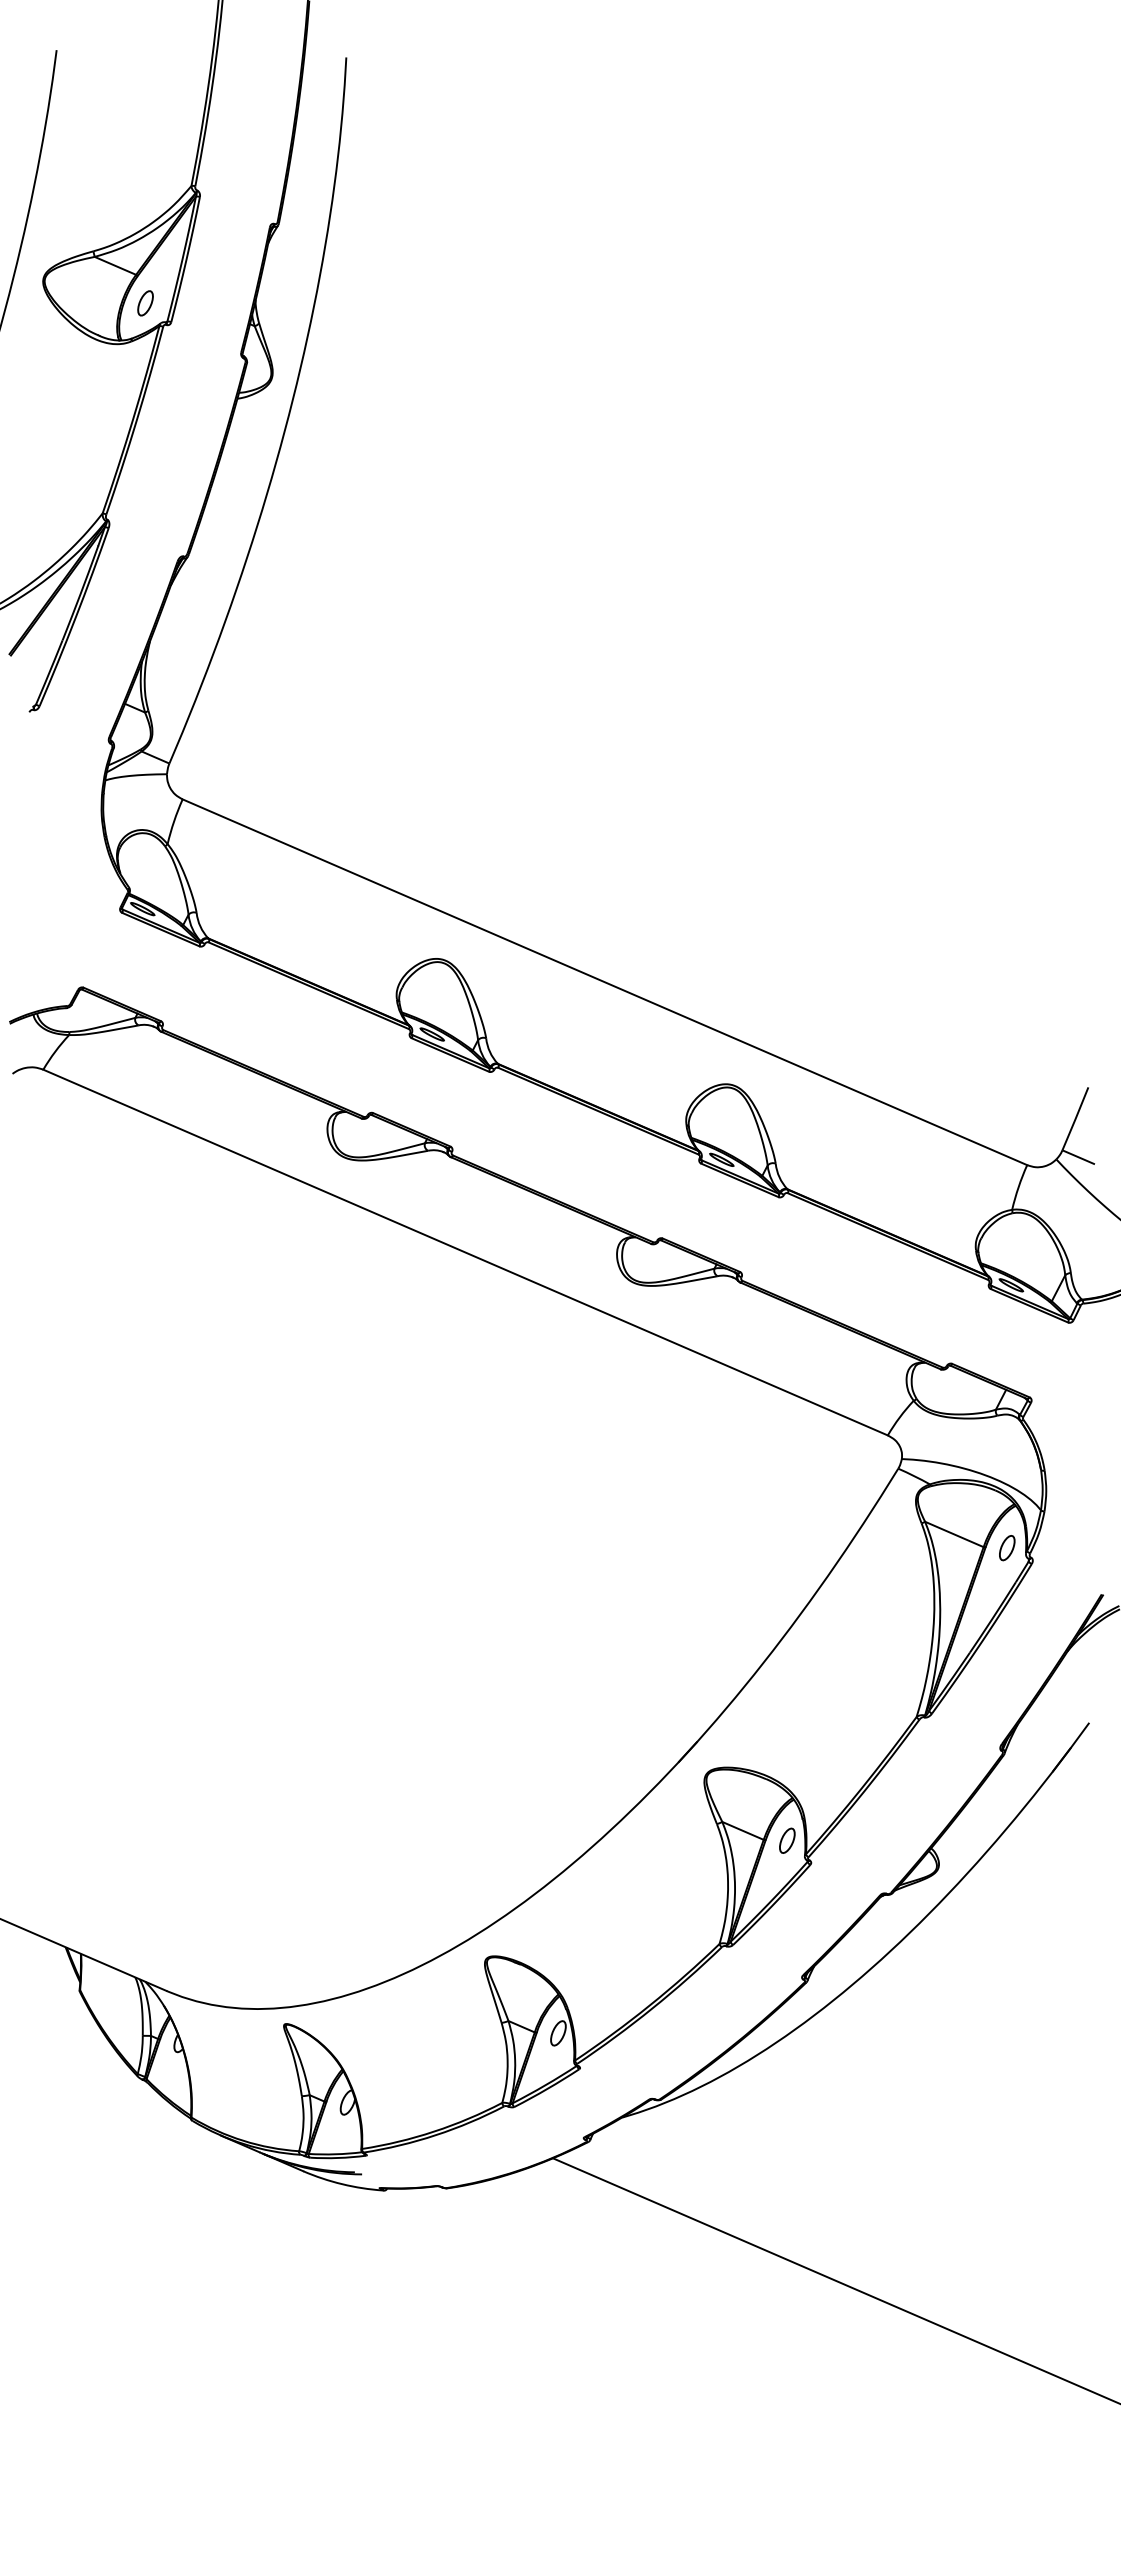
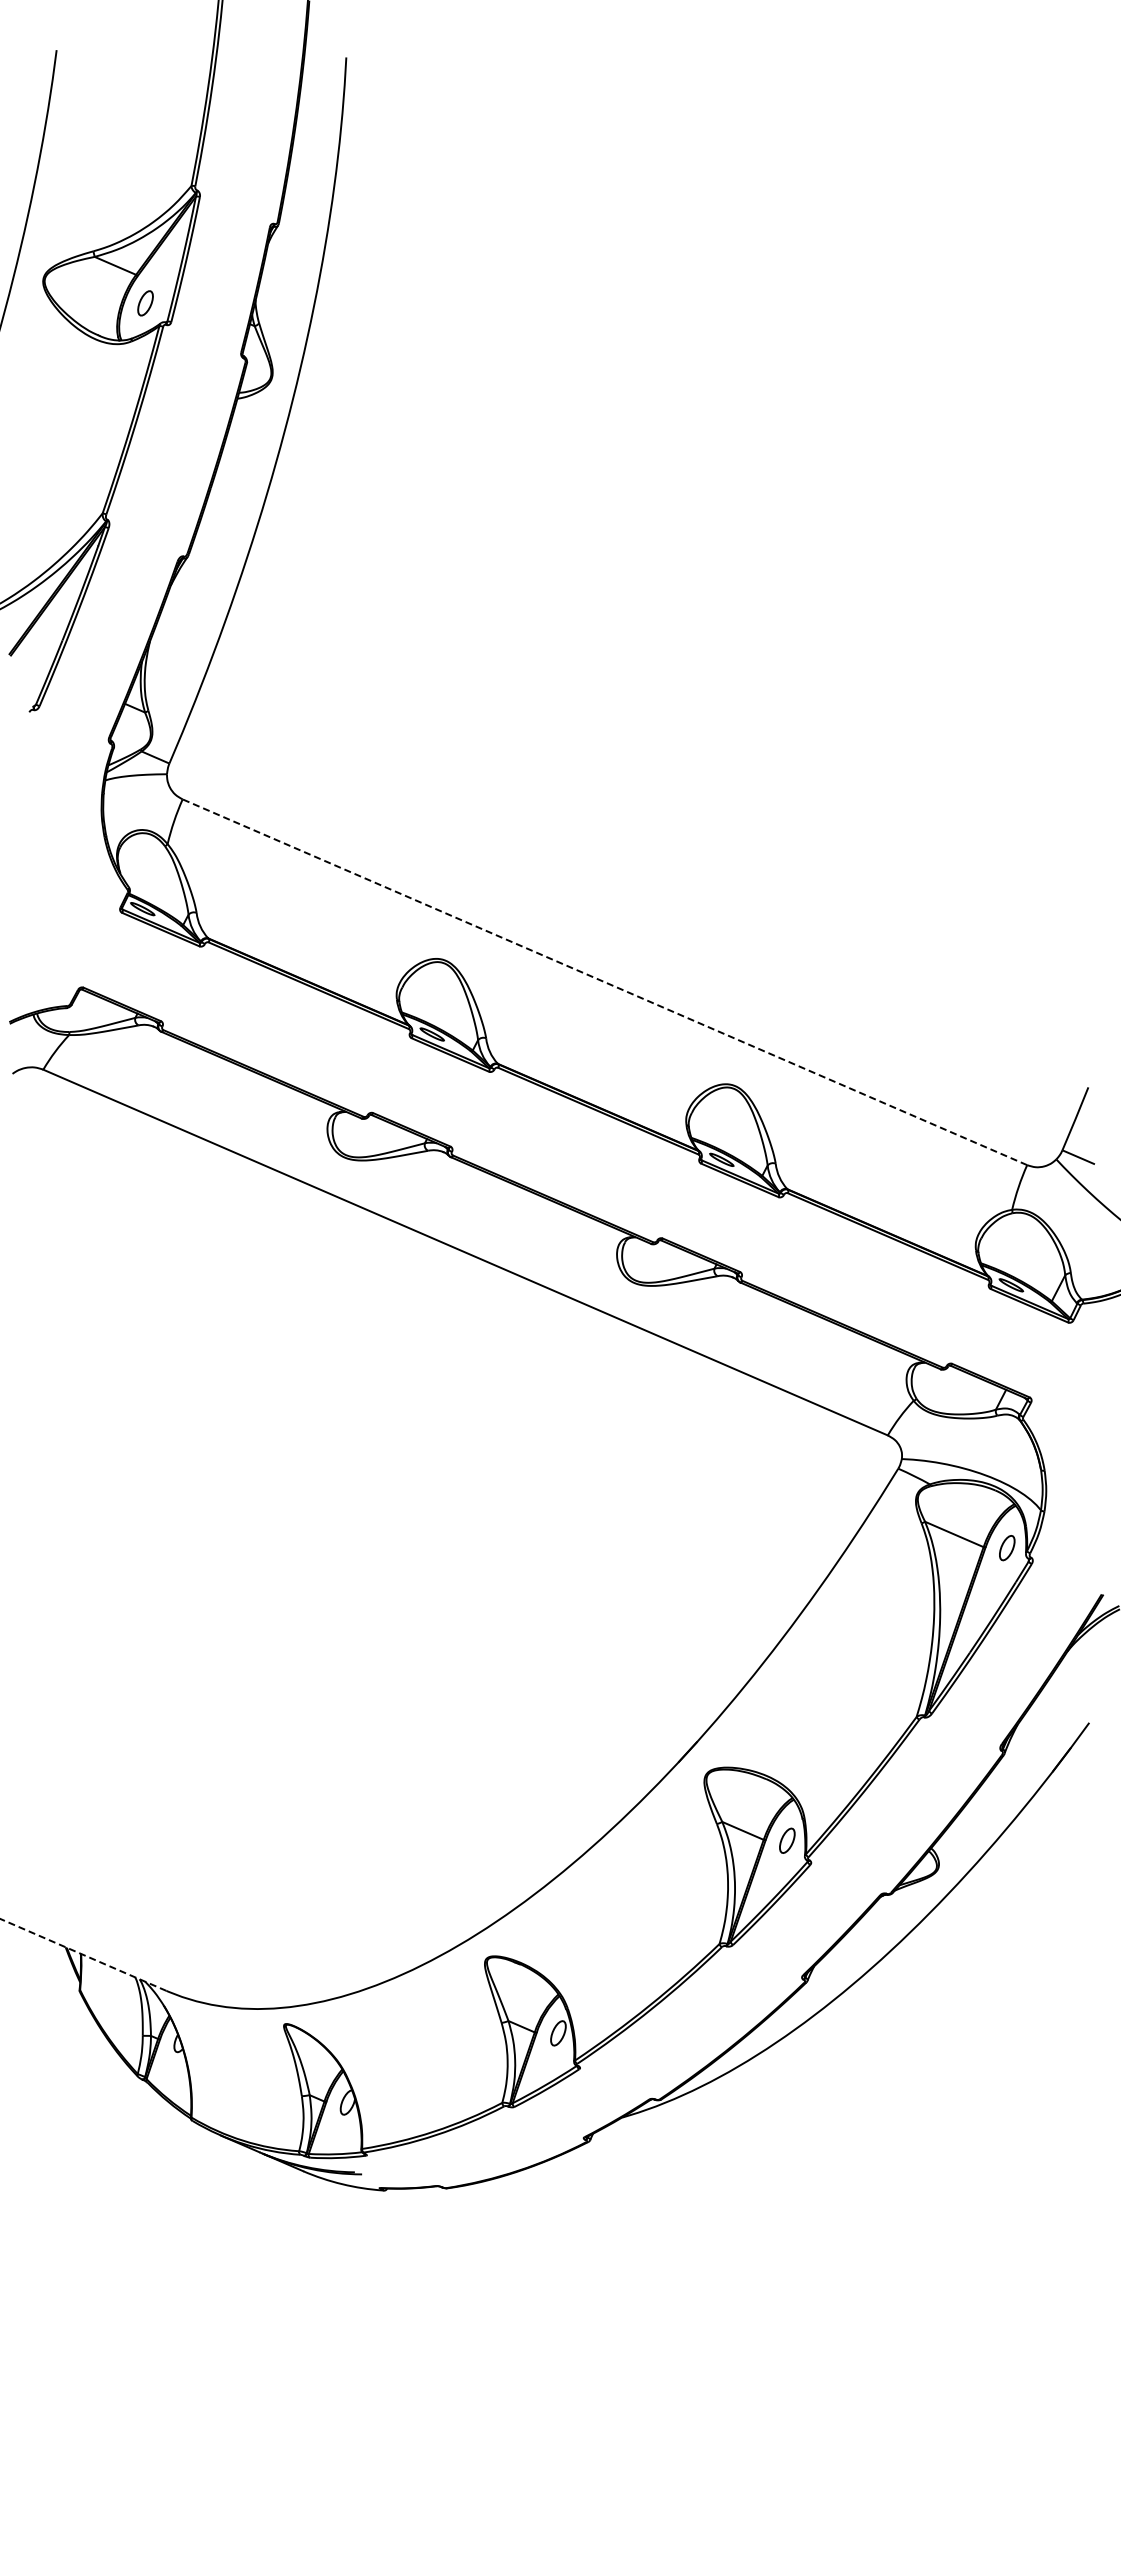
line at (604, 982): solid -> dashed
line at (82, 1954): solid -> dashed
line at (834, 2280): present -> none
